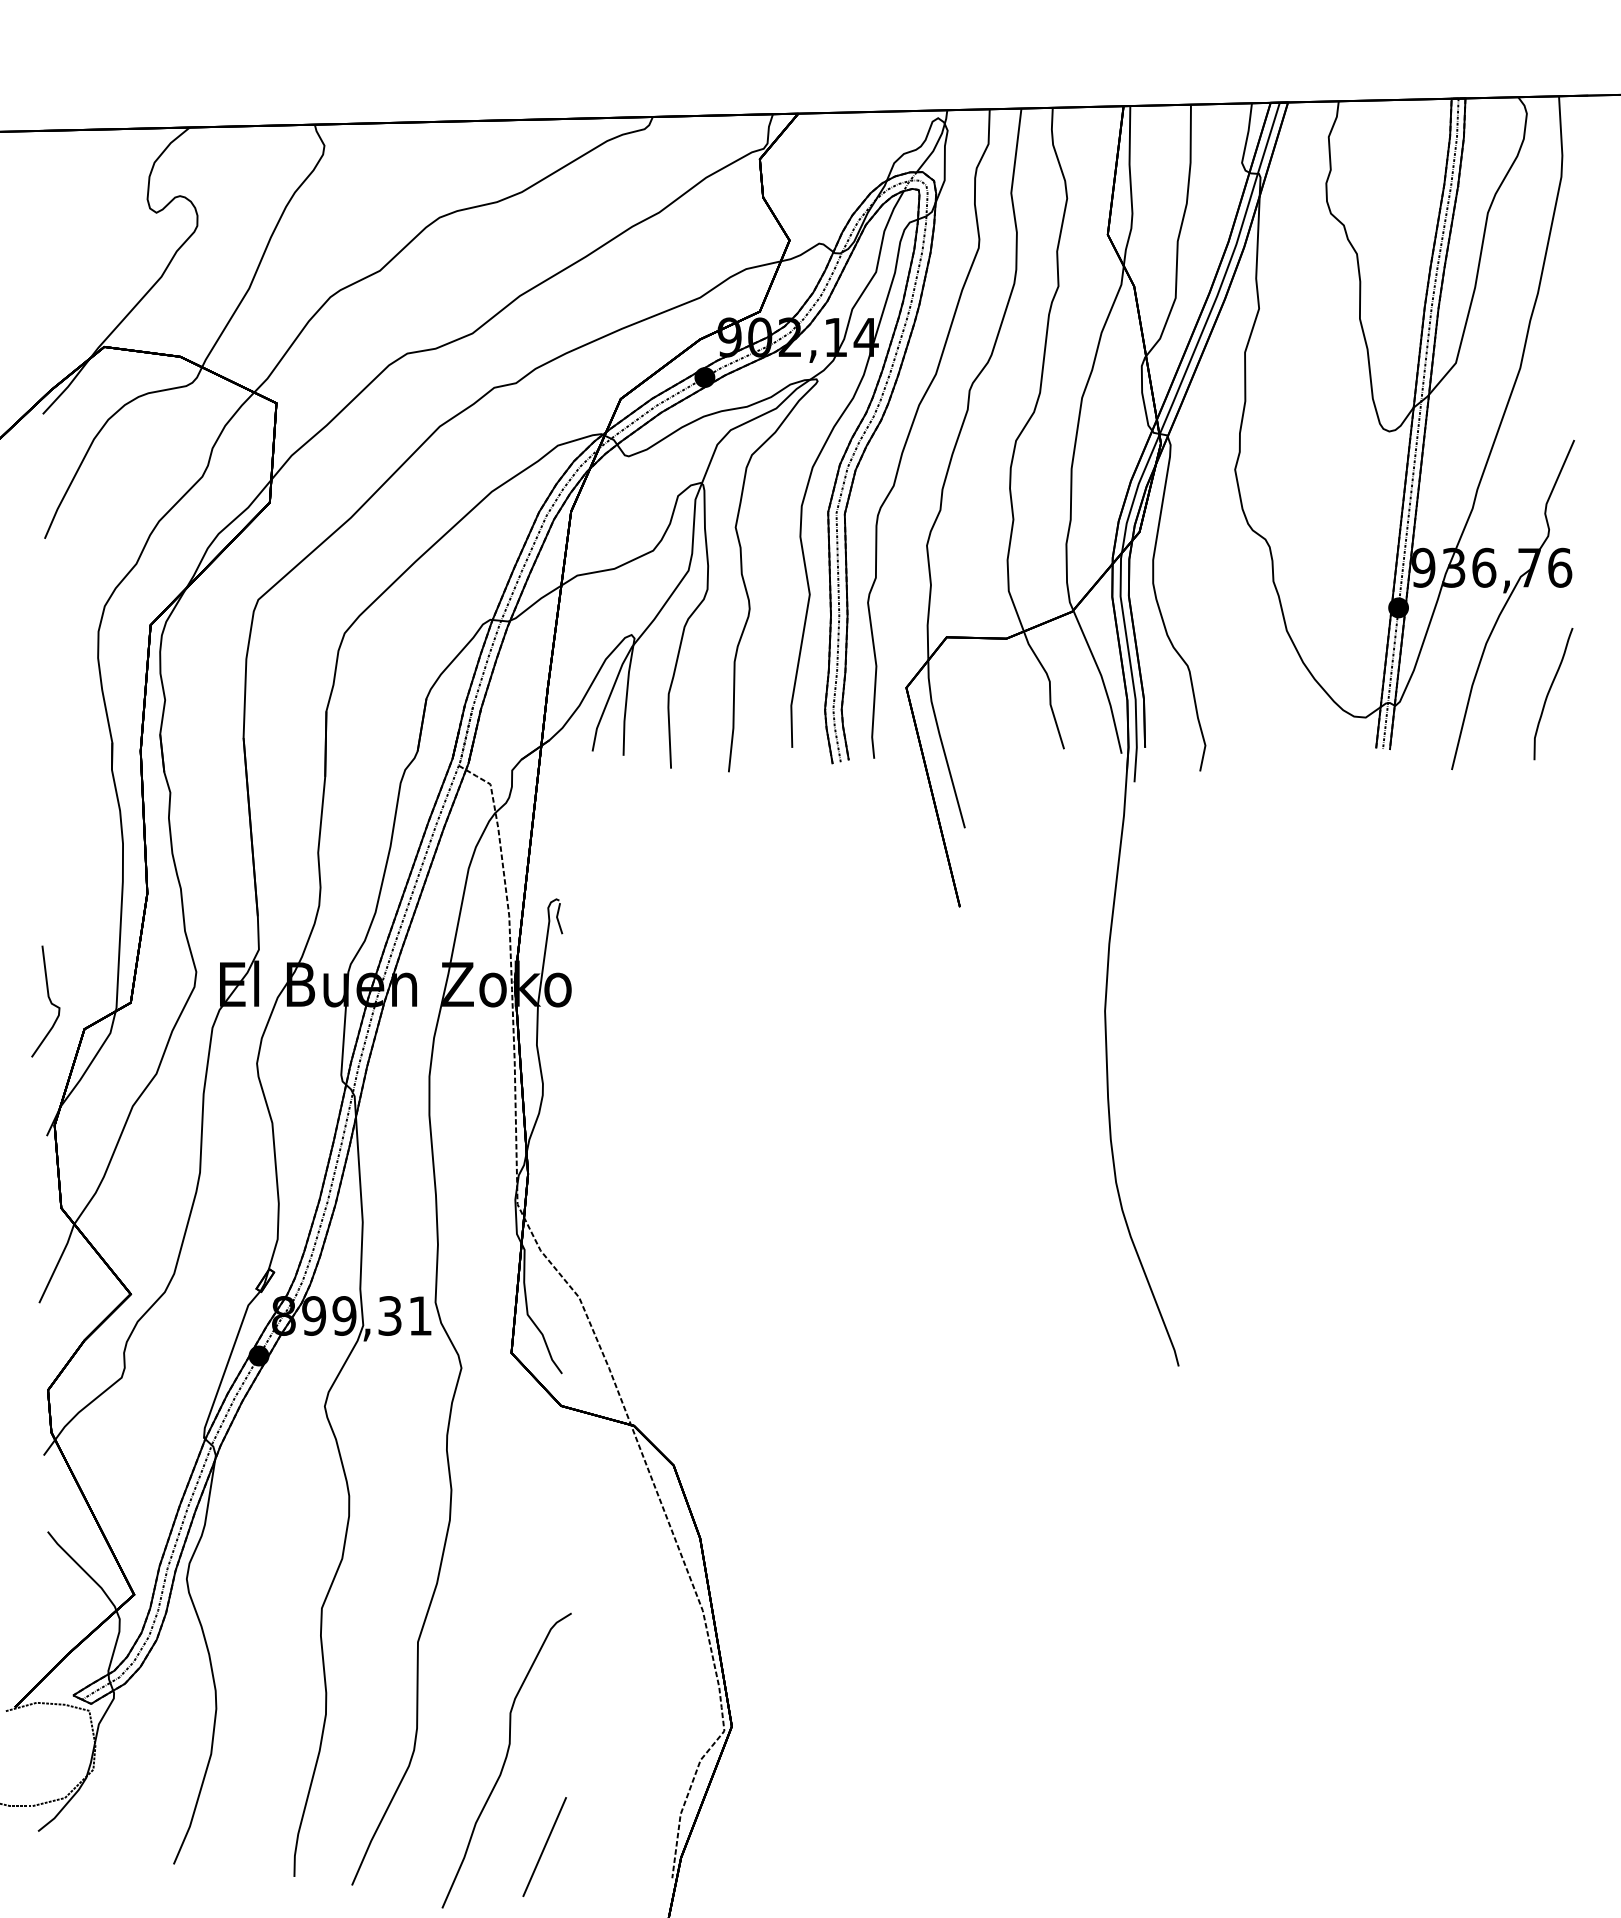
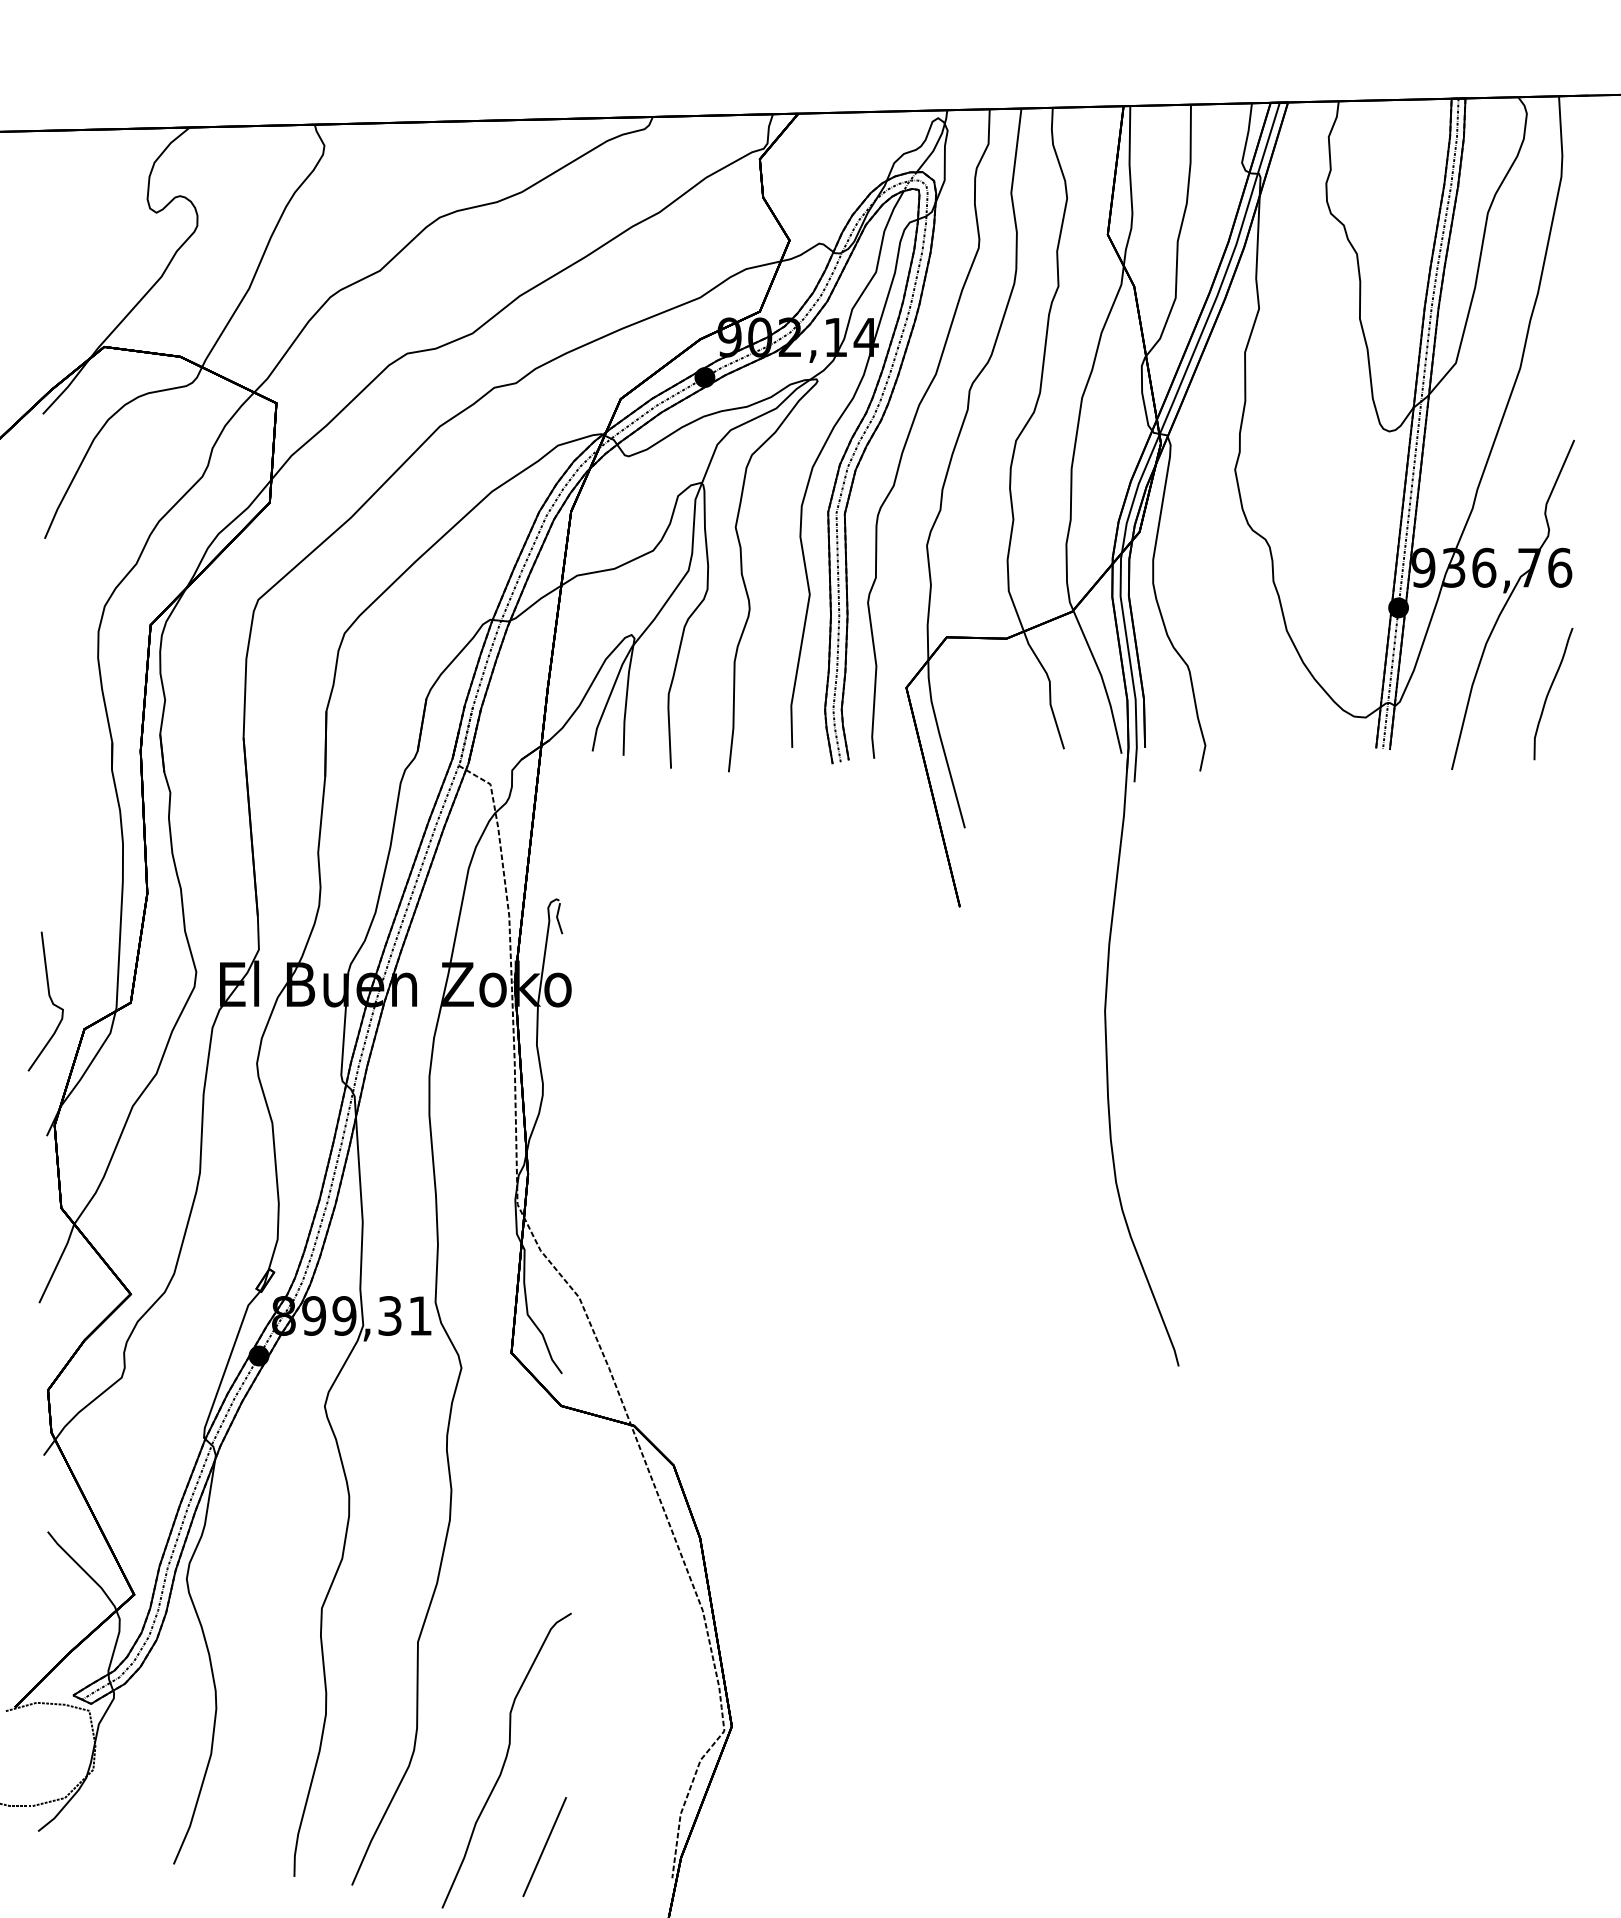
part at (45, 1001) size: 30x113 px -> 37x141 px
